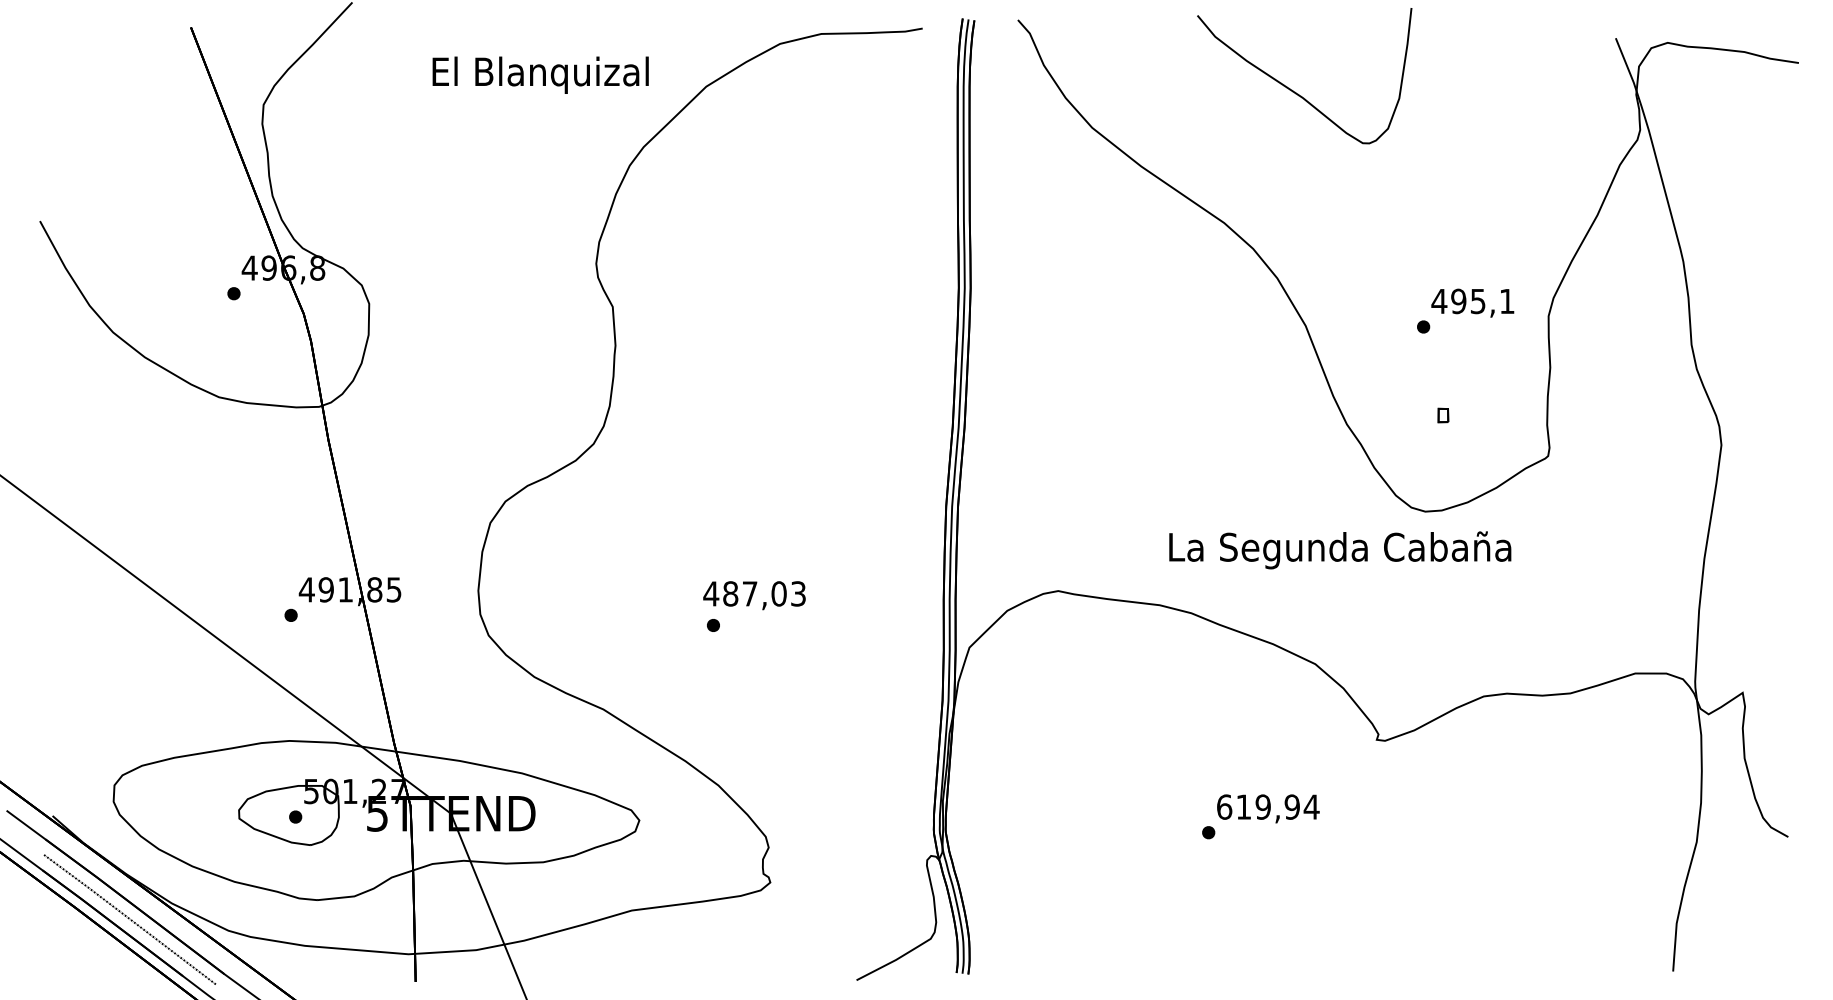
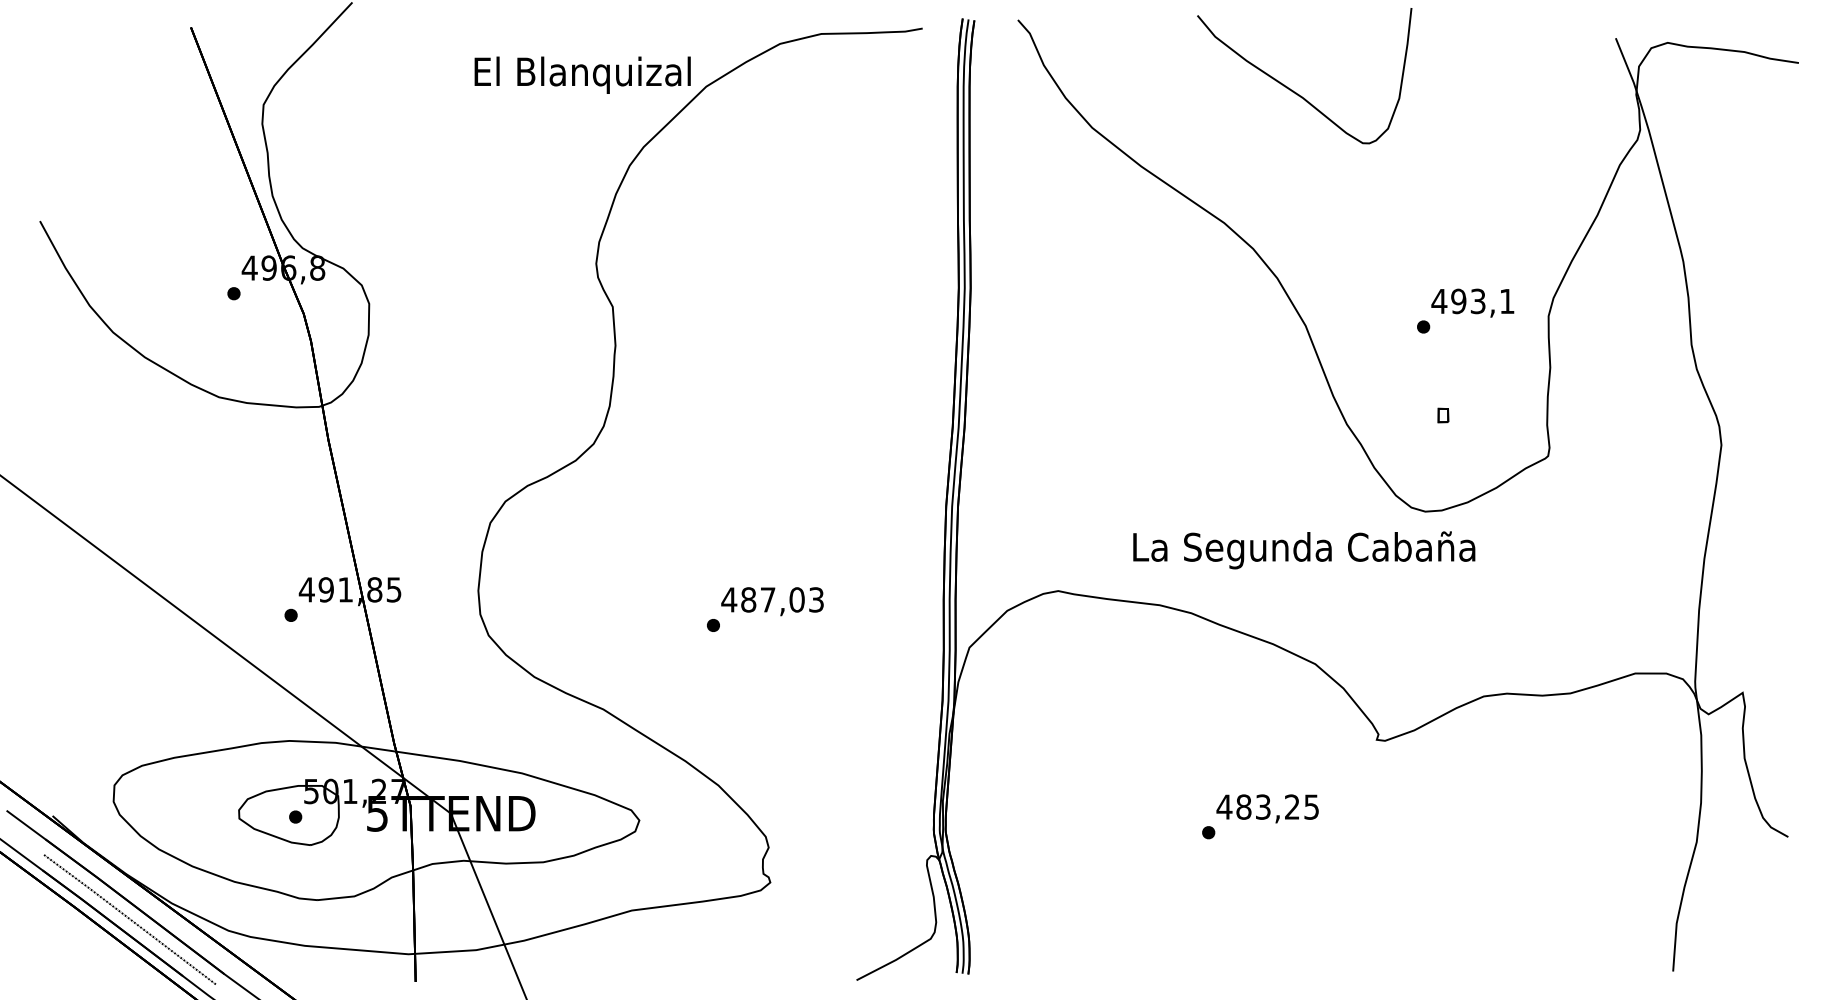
text at (540, 74) position: (540, 74) -> (582, 74)
text at (1478, 300): 495,1 -> 493,1
text at (1340, 550) position: (1340, 550) -> (1304, 550)
text at (754, 595) position: (754, 595) -> (772, 601)
text at (1267, 806): 619,94 -> 483,25
